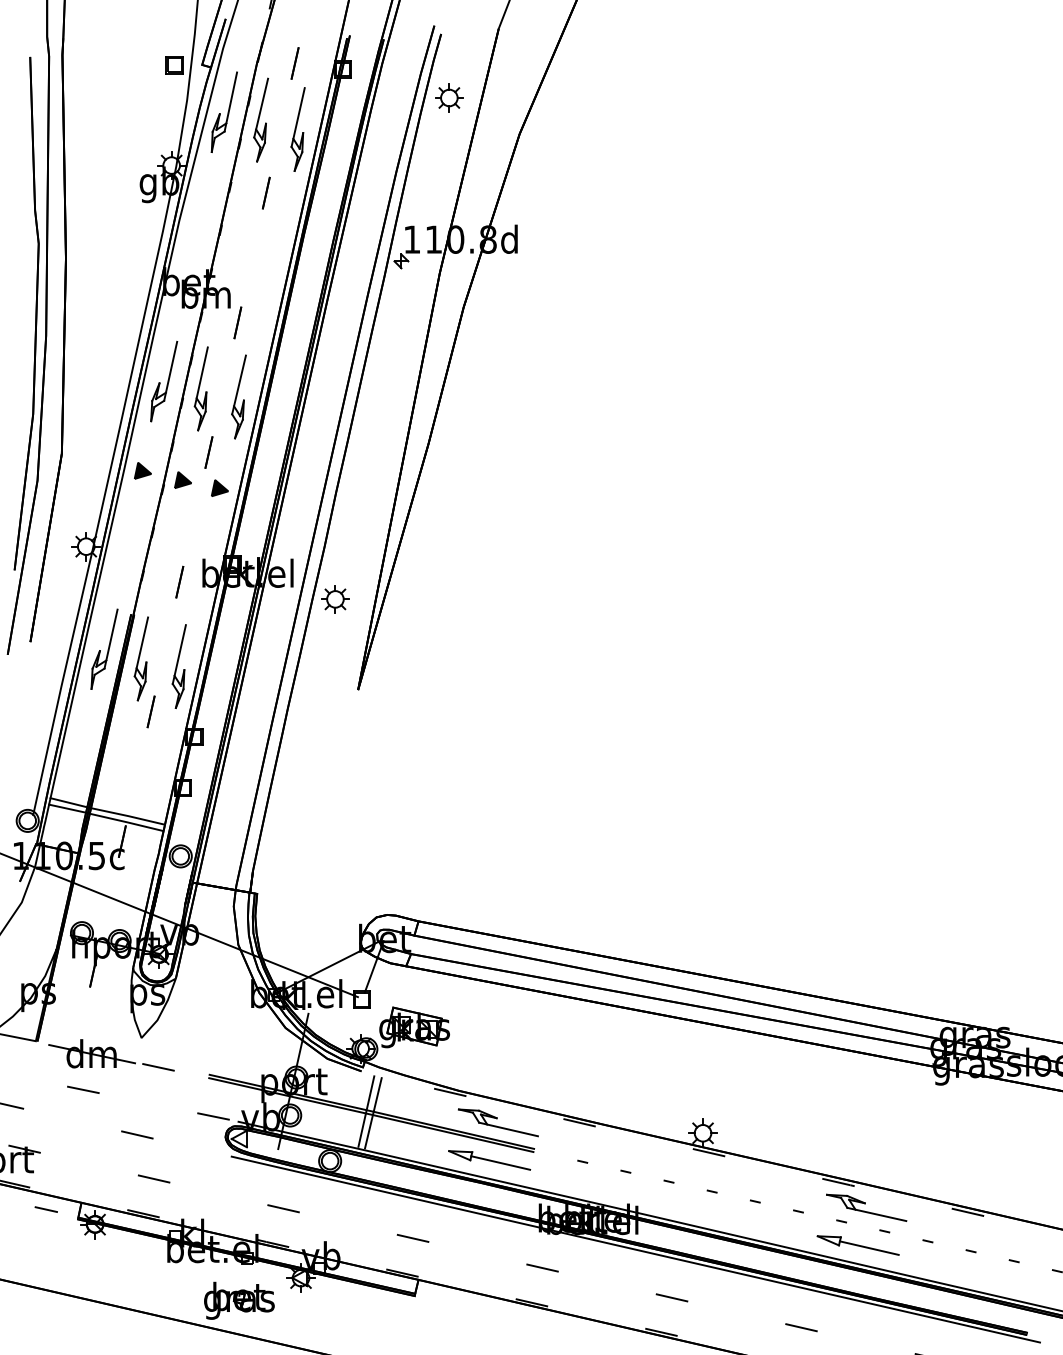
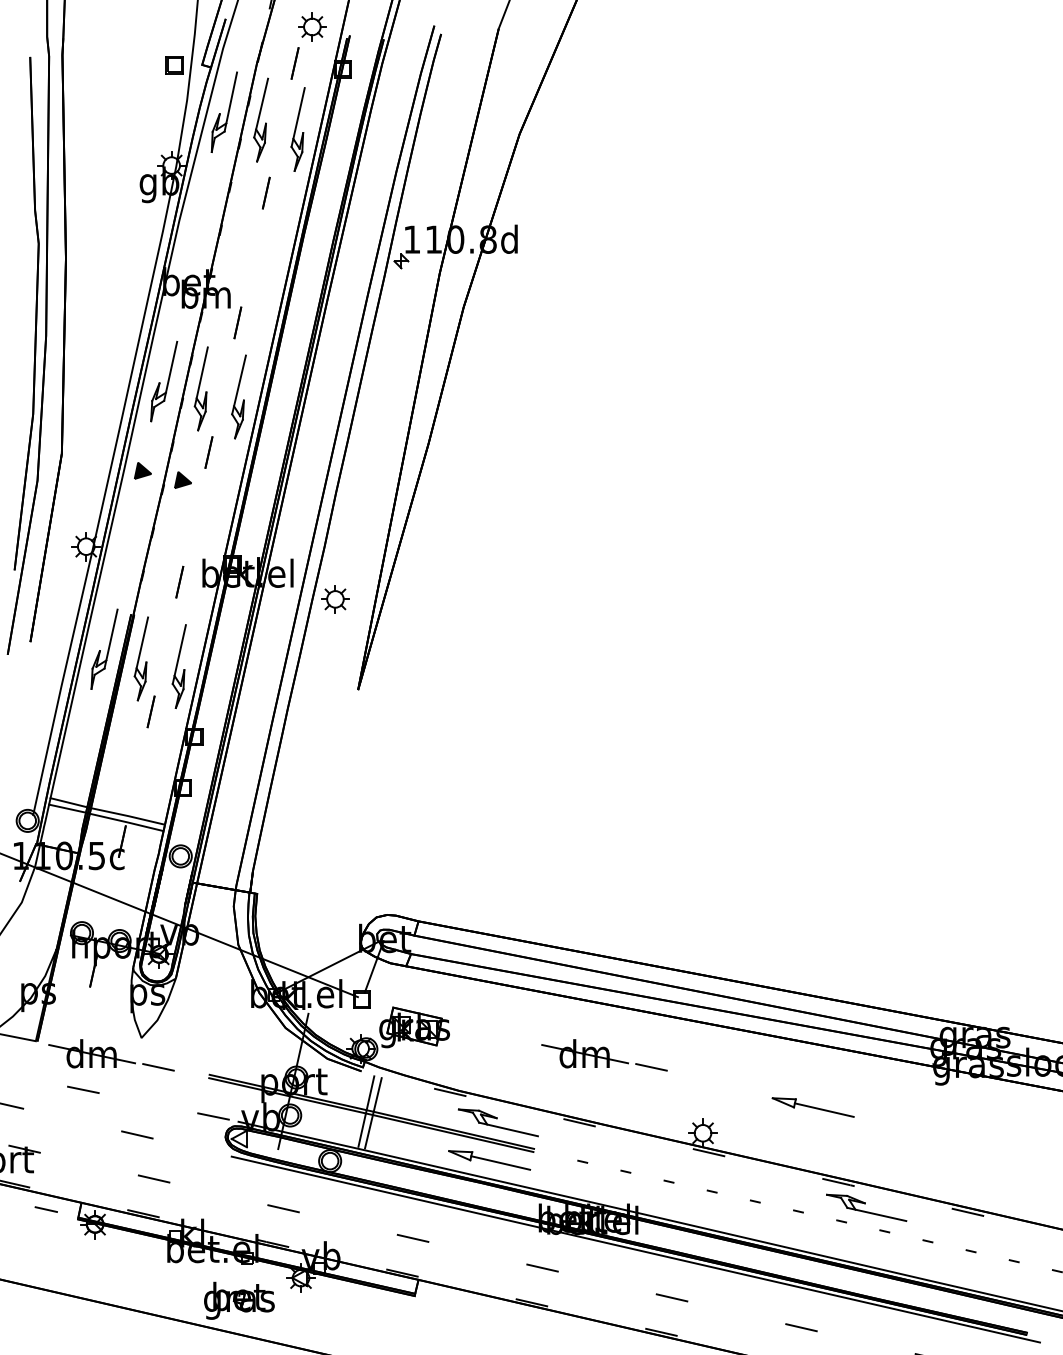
part at (449, 97) position: (449, 97) -> (312, 26)
part at (219, 487): present -> none
part at (604, 1055): none -> present
part at (857, 1245) position: (857, 1245) -> (812, 1107)
